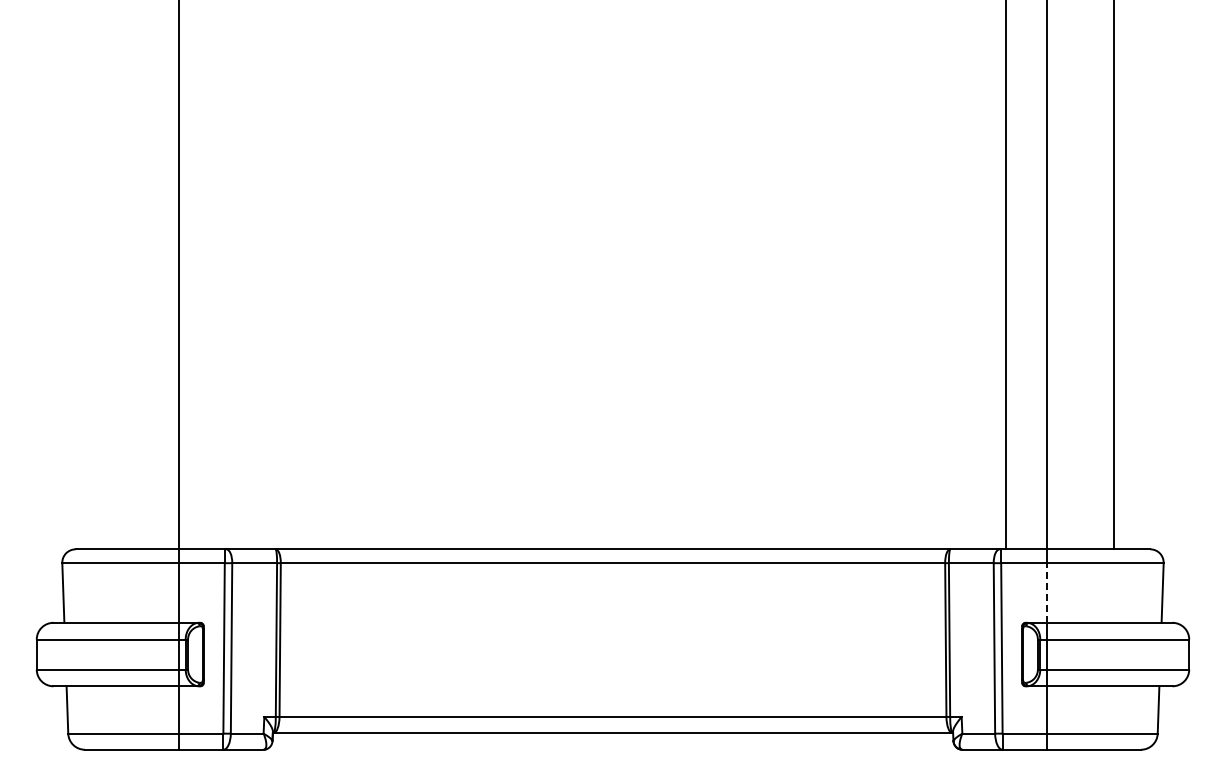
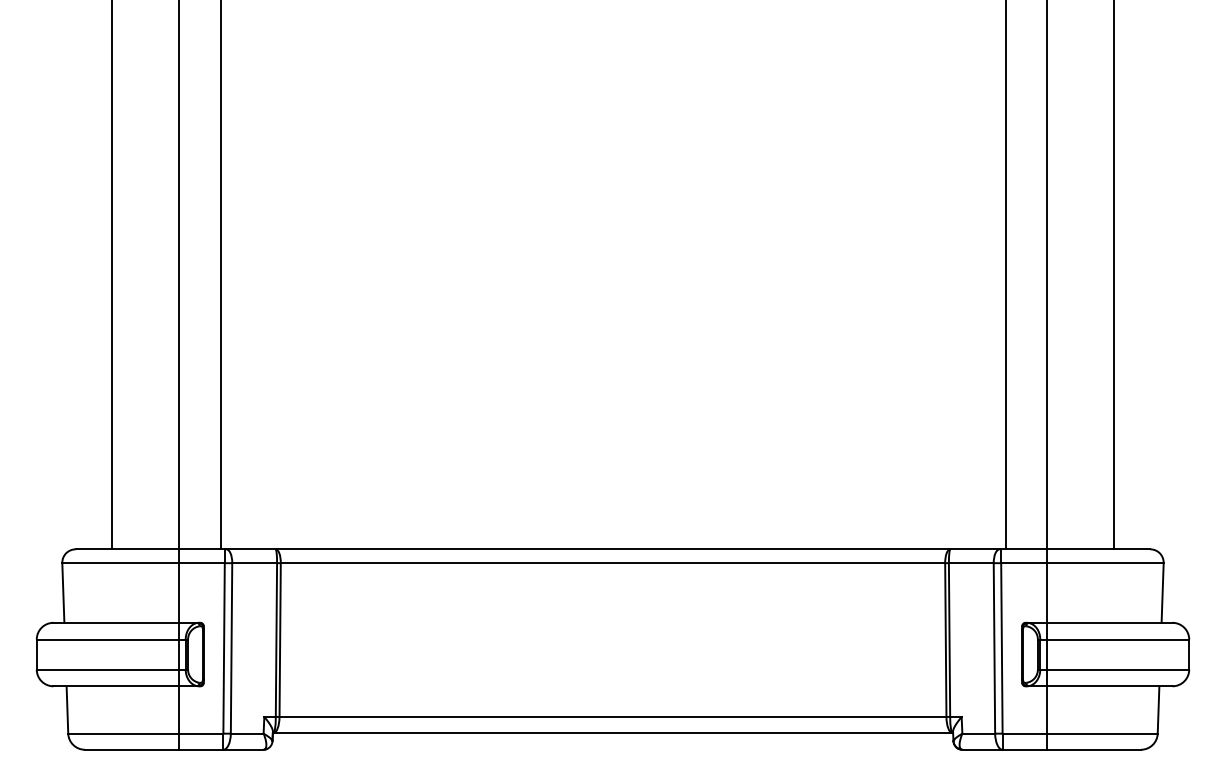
line at (111, 275): none -> present
line at (220, 275): none -> present
line at (1047, 593): dashed -> solid
